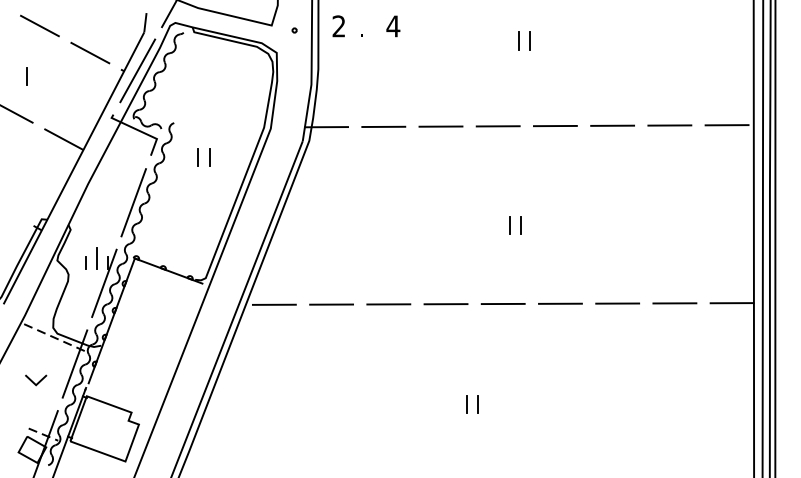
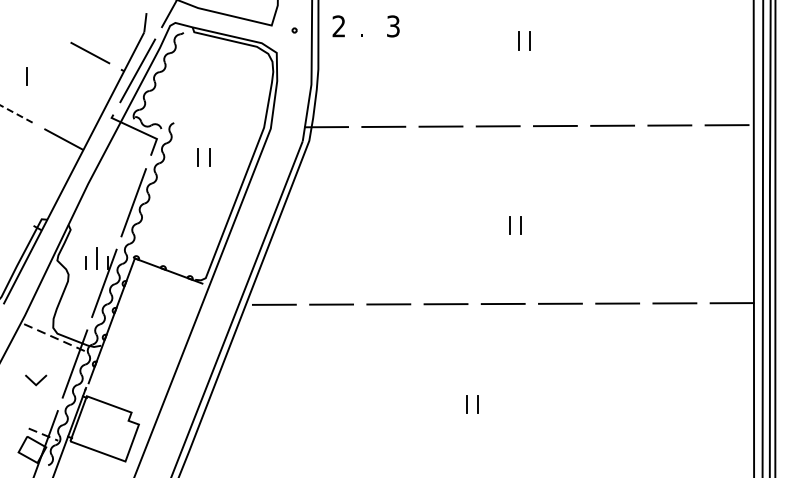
line at (39, 25): present -> none
text at (393, 26): 4 -> 3
line at (15, 113): solid -> dashed
